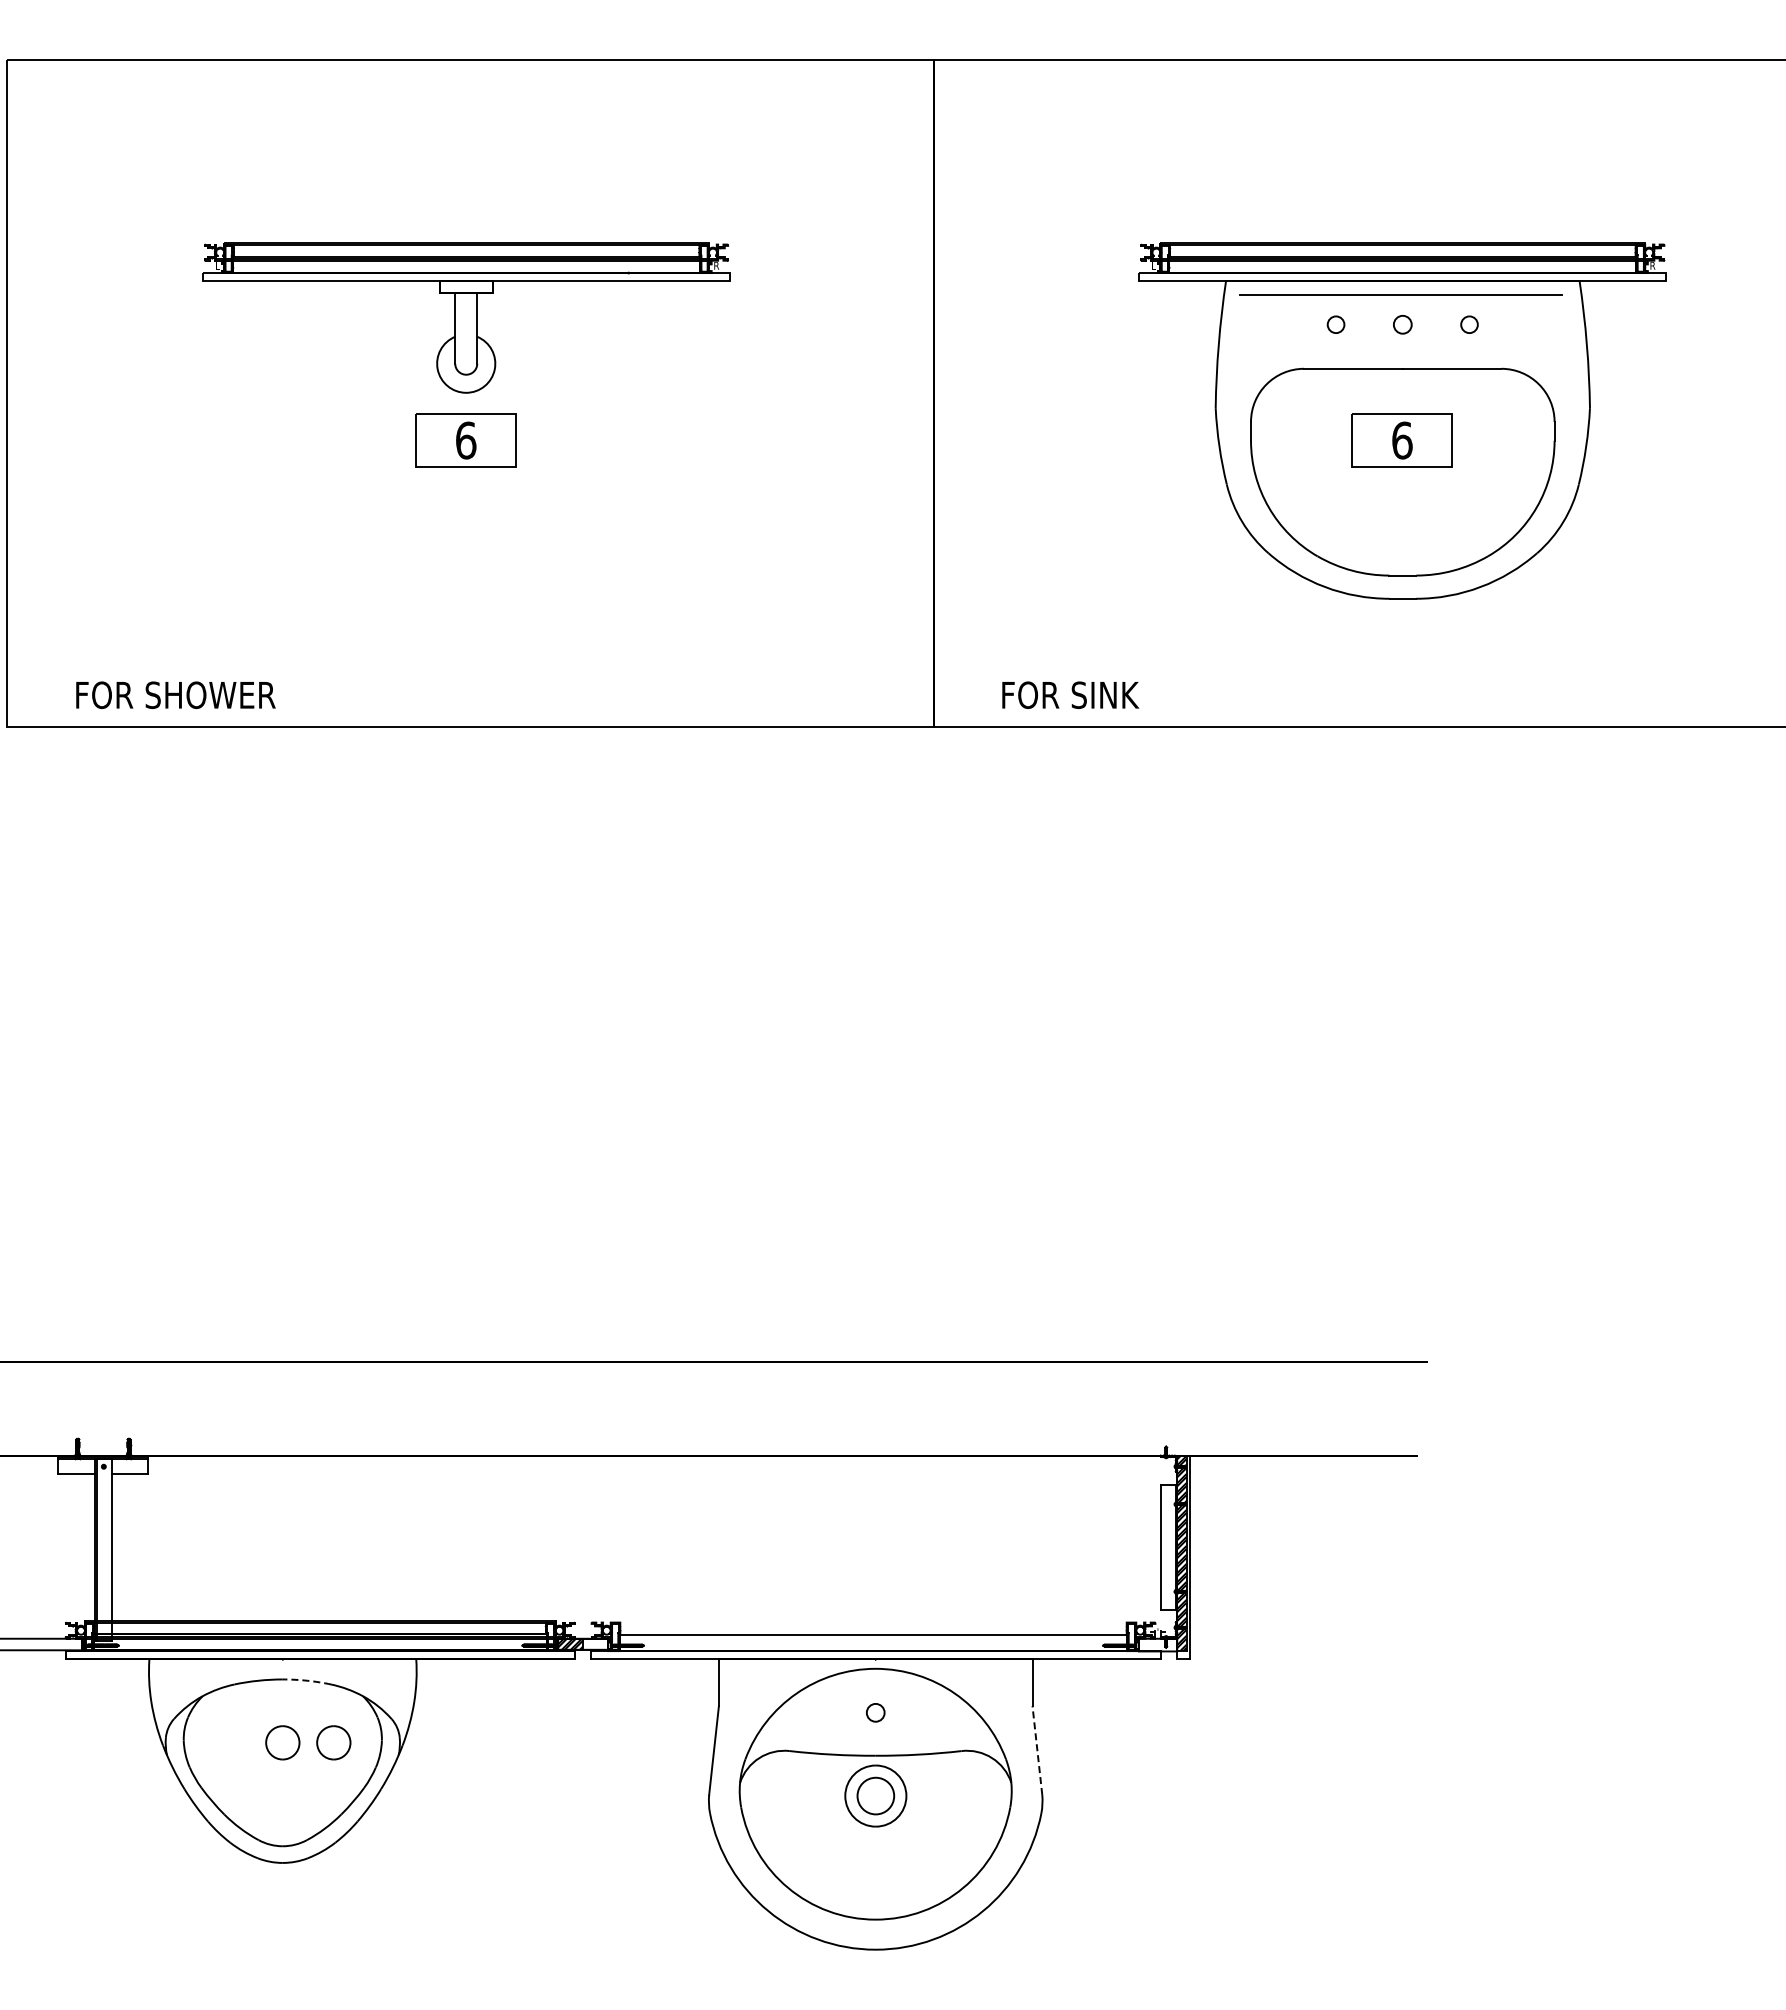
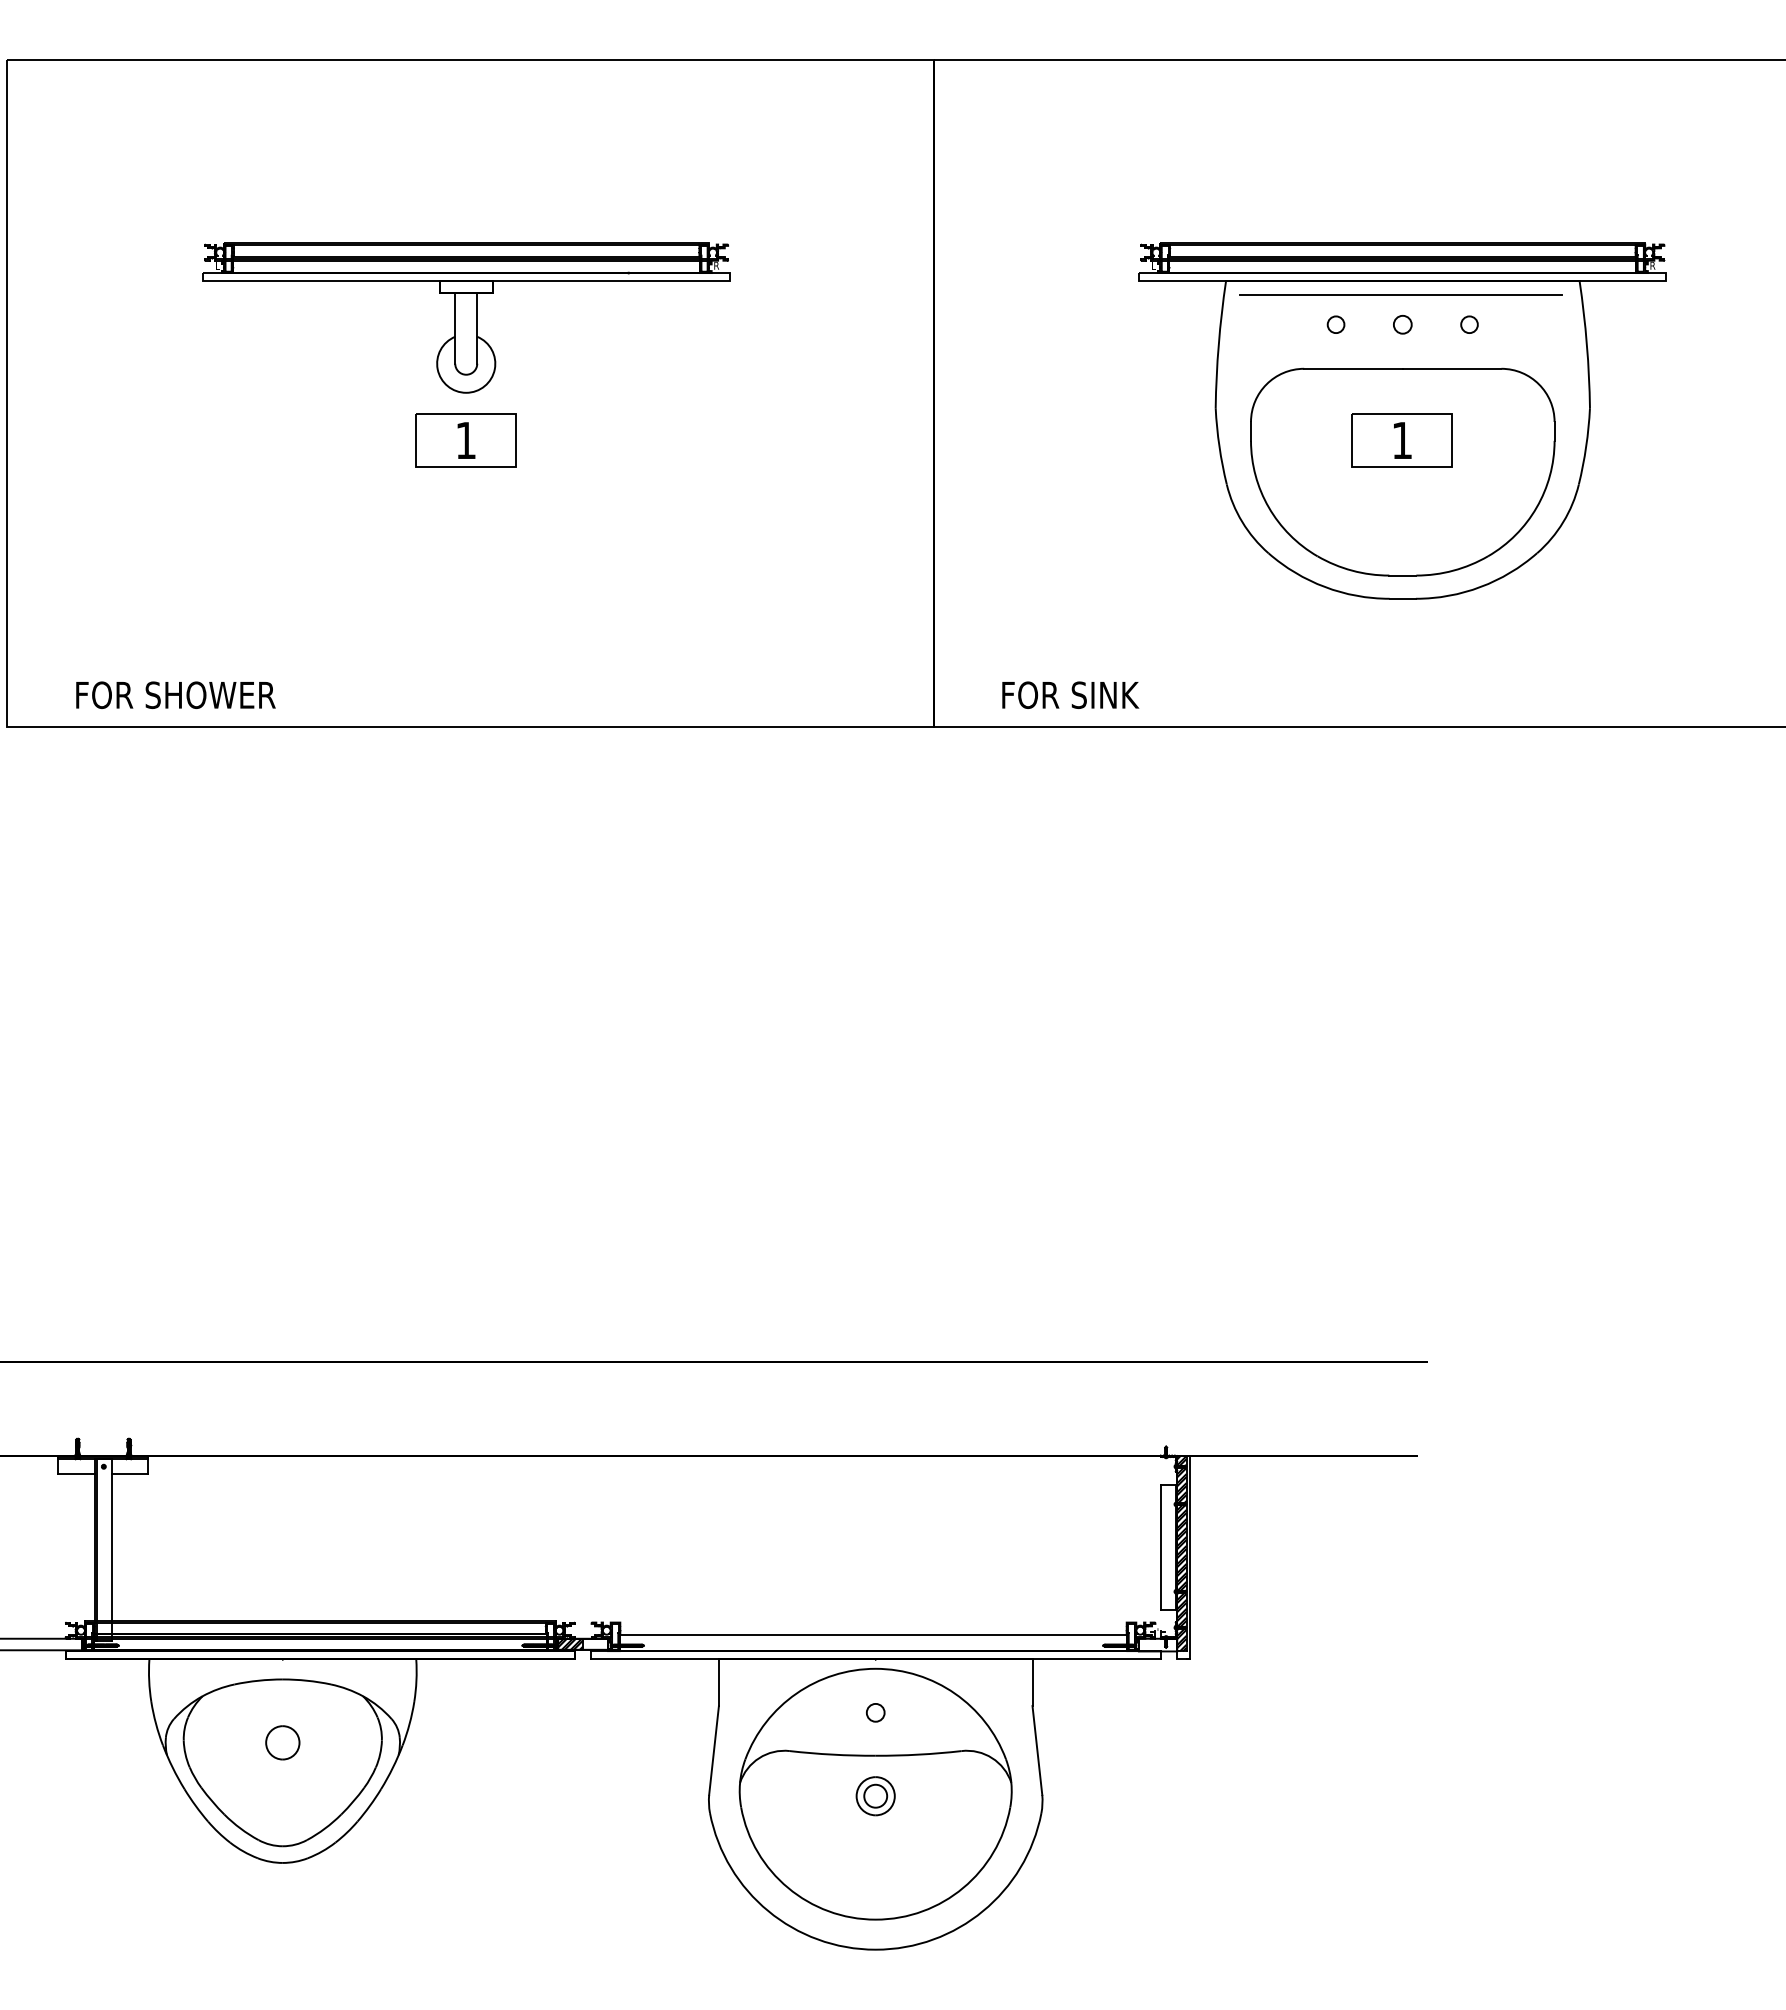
text at (466, 440): 6 -> 1
text at (1402, 440): 6 -> 1
arc at (307, 1680): dashed -> solid
part at (333, 1742): present -> none
line at (1037, 1750): dashed -> solid
part at (875, 1795) size: 64x64 px -> 41x41 px
